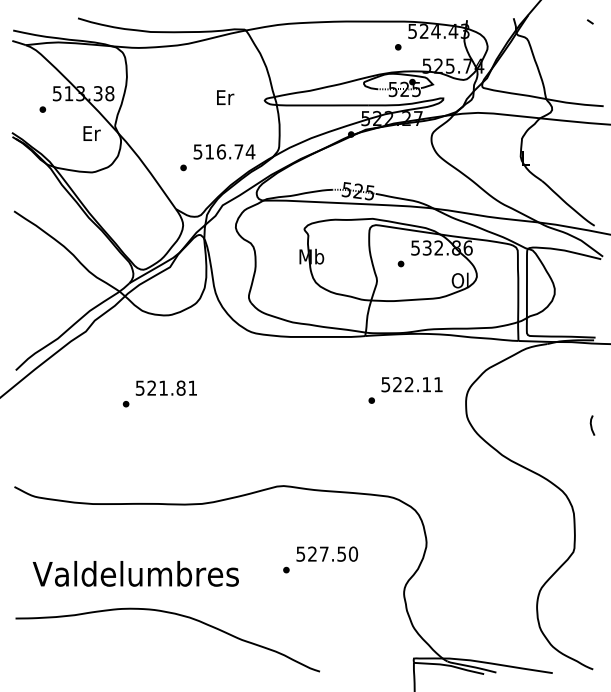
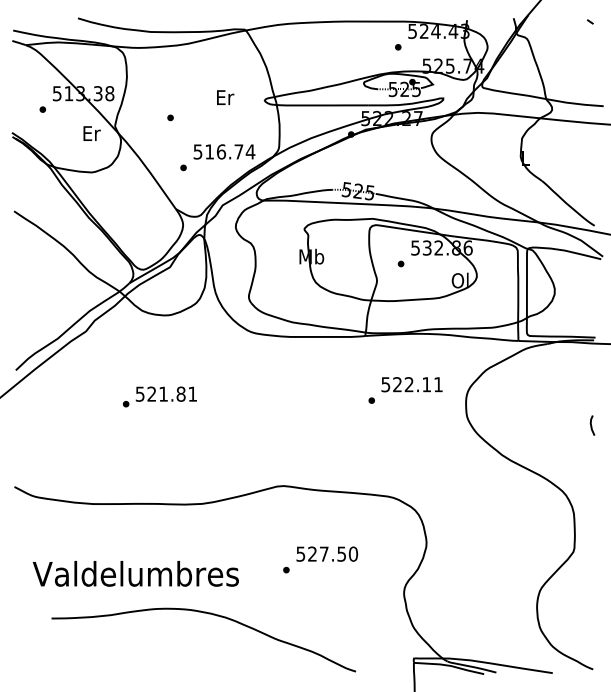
part at (170, 117): none -> present
text at (165, 387) position: (165, 387) -> (165, 393)
curve at (172, 614) position: (172, 614) -> (208, 614)
